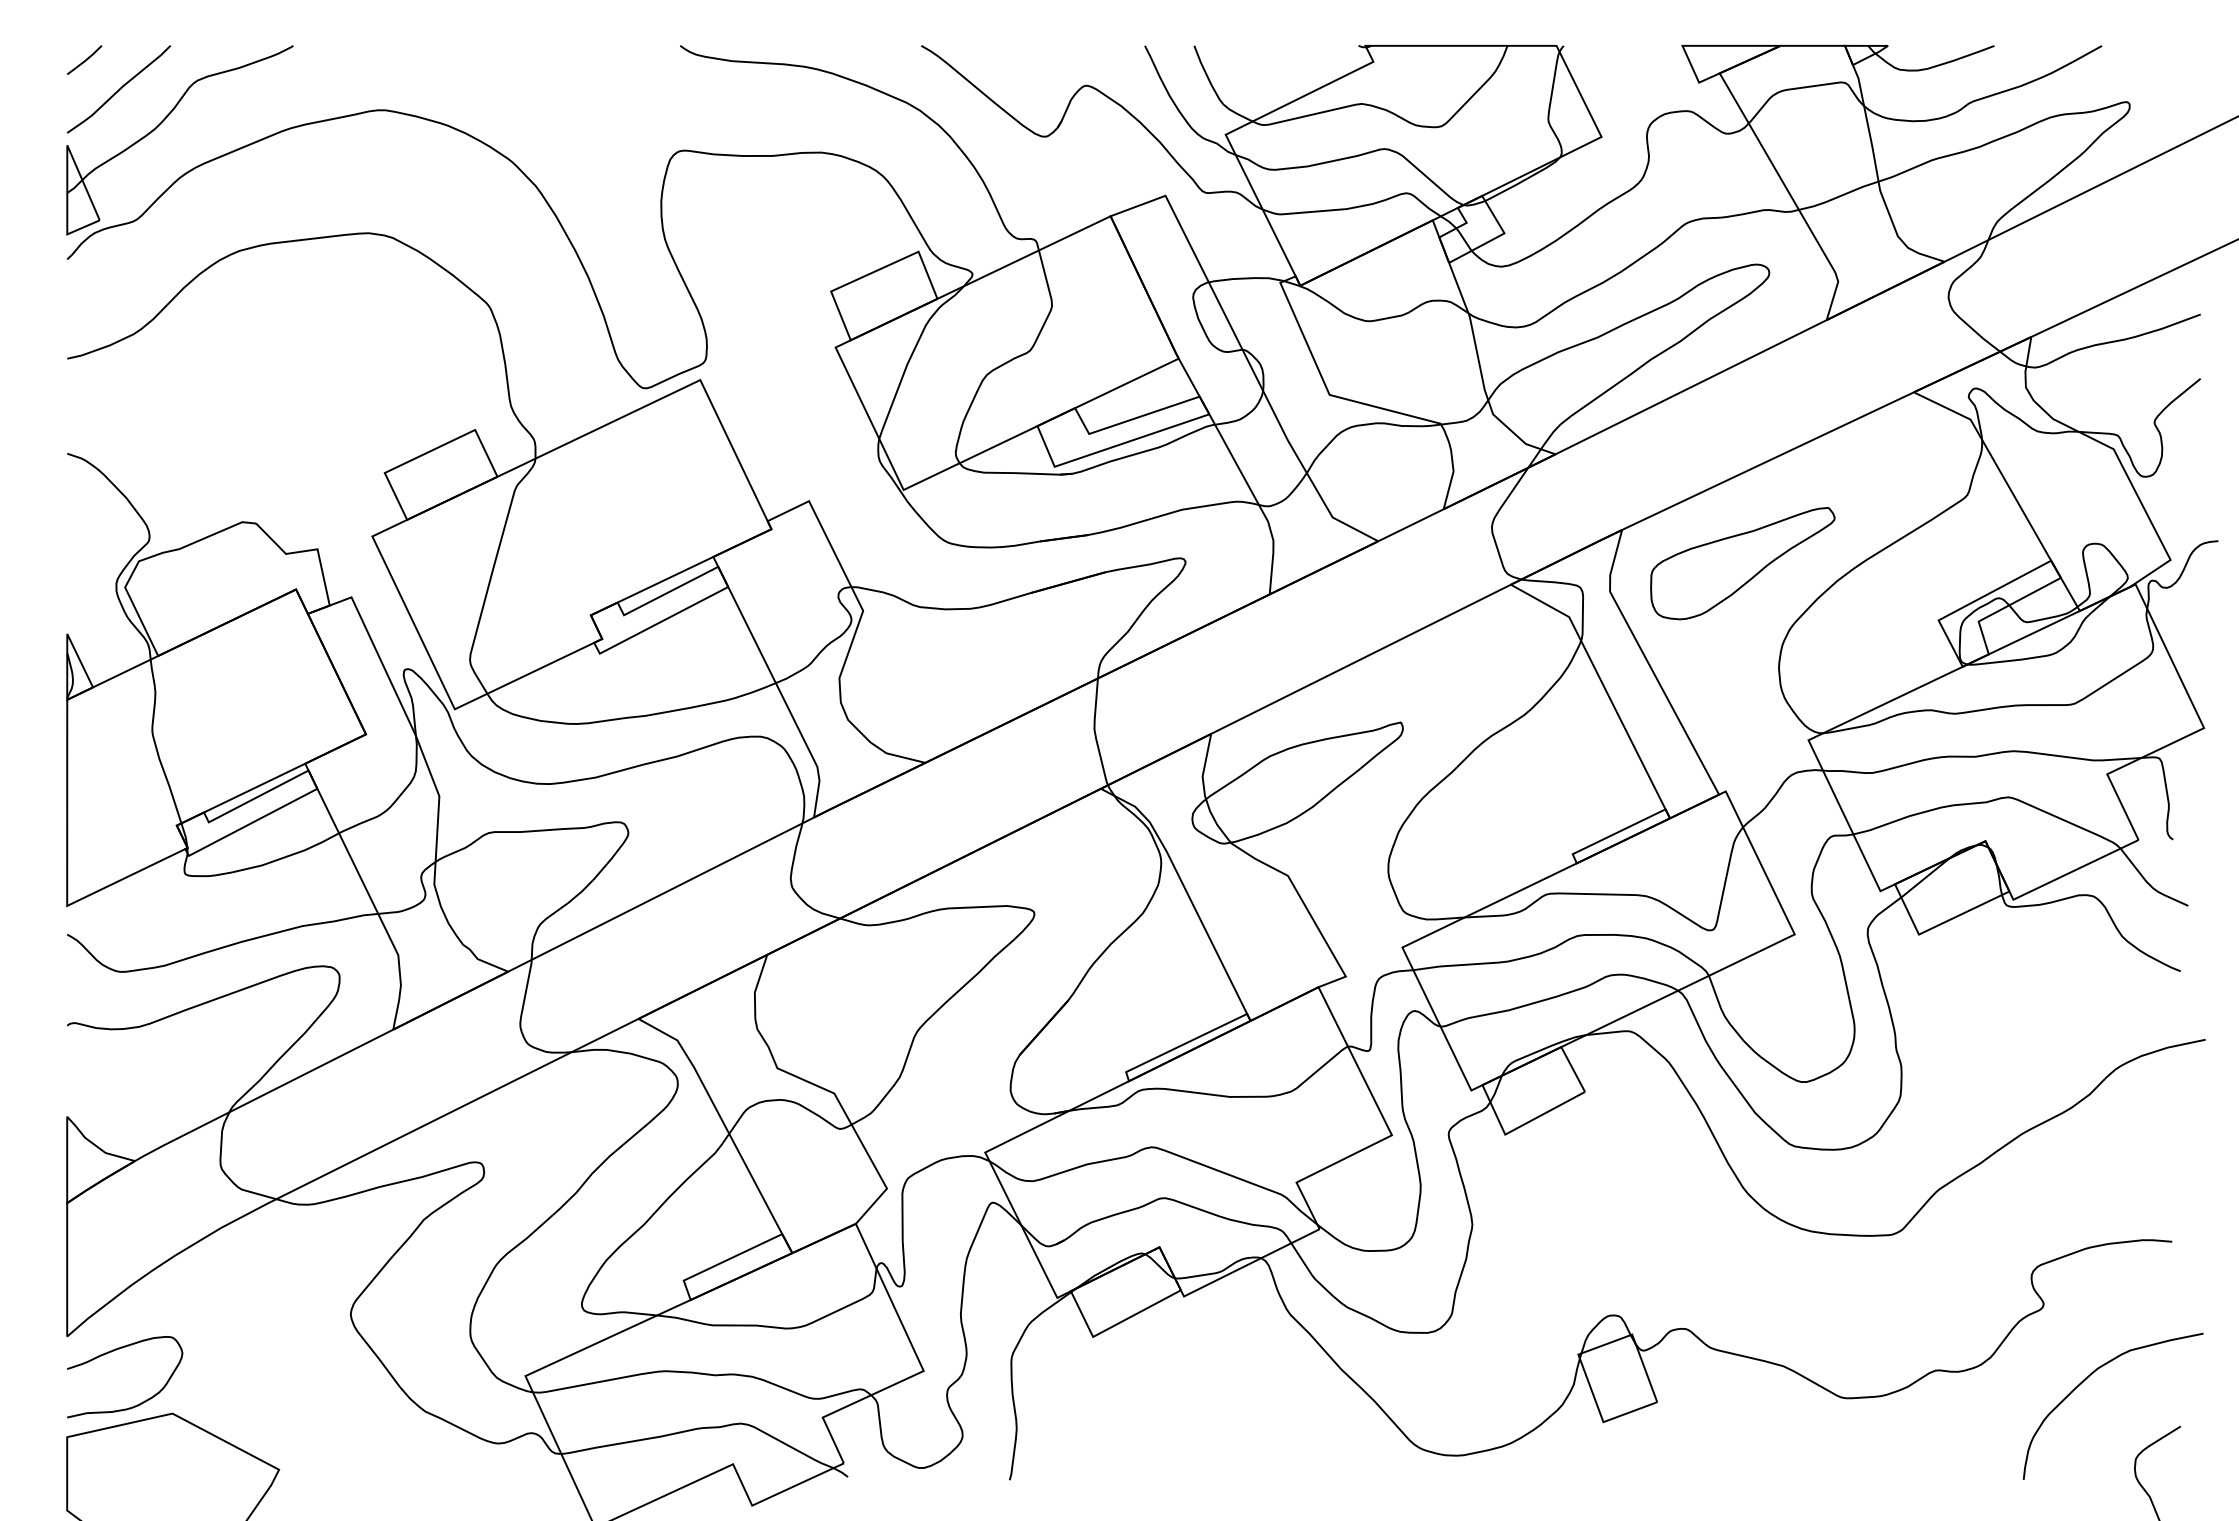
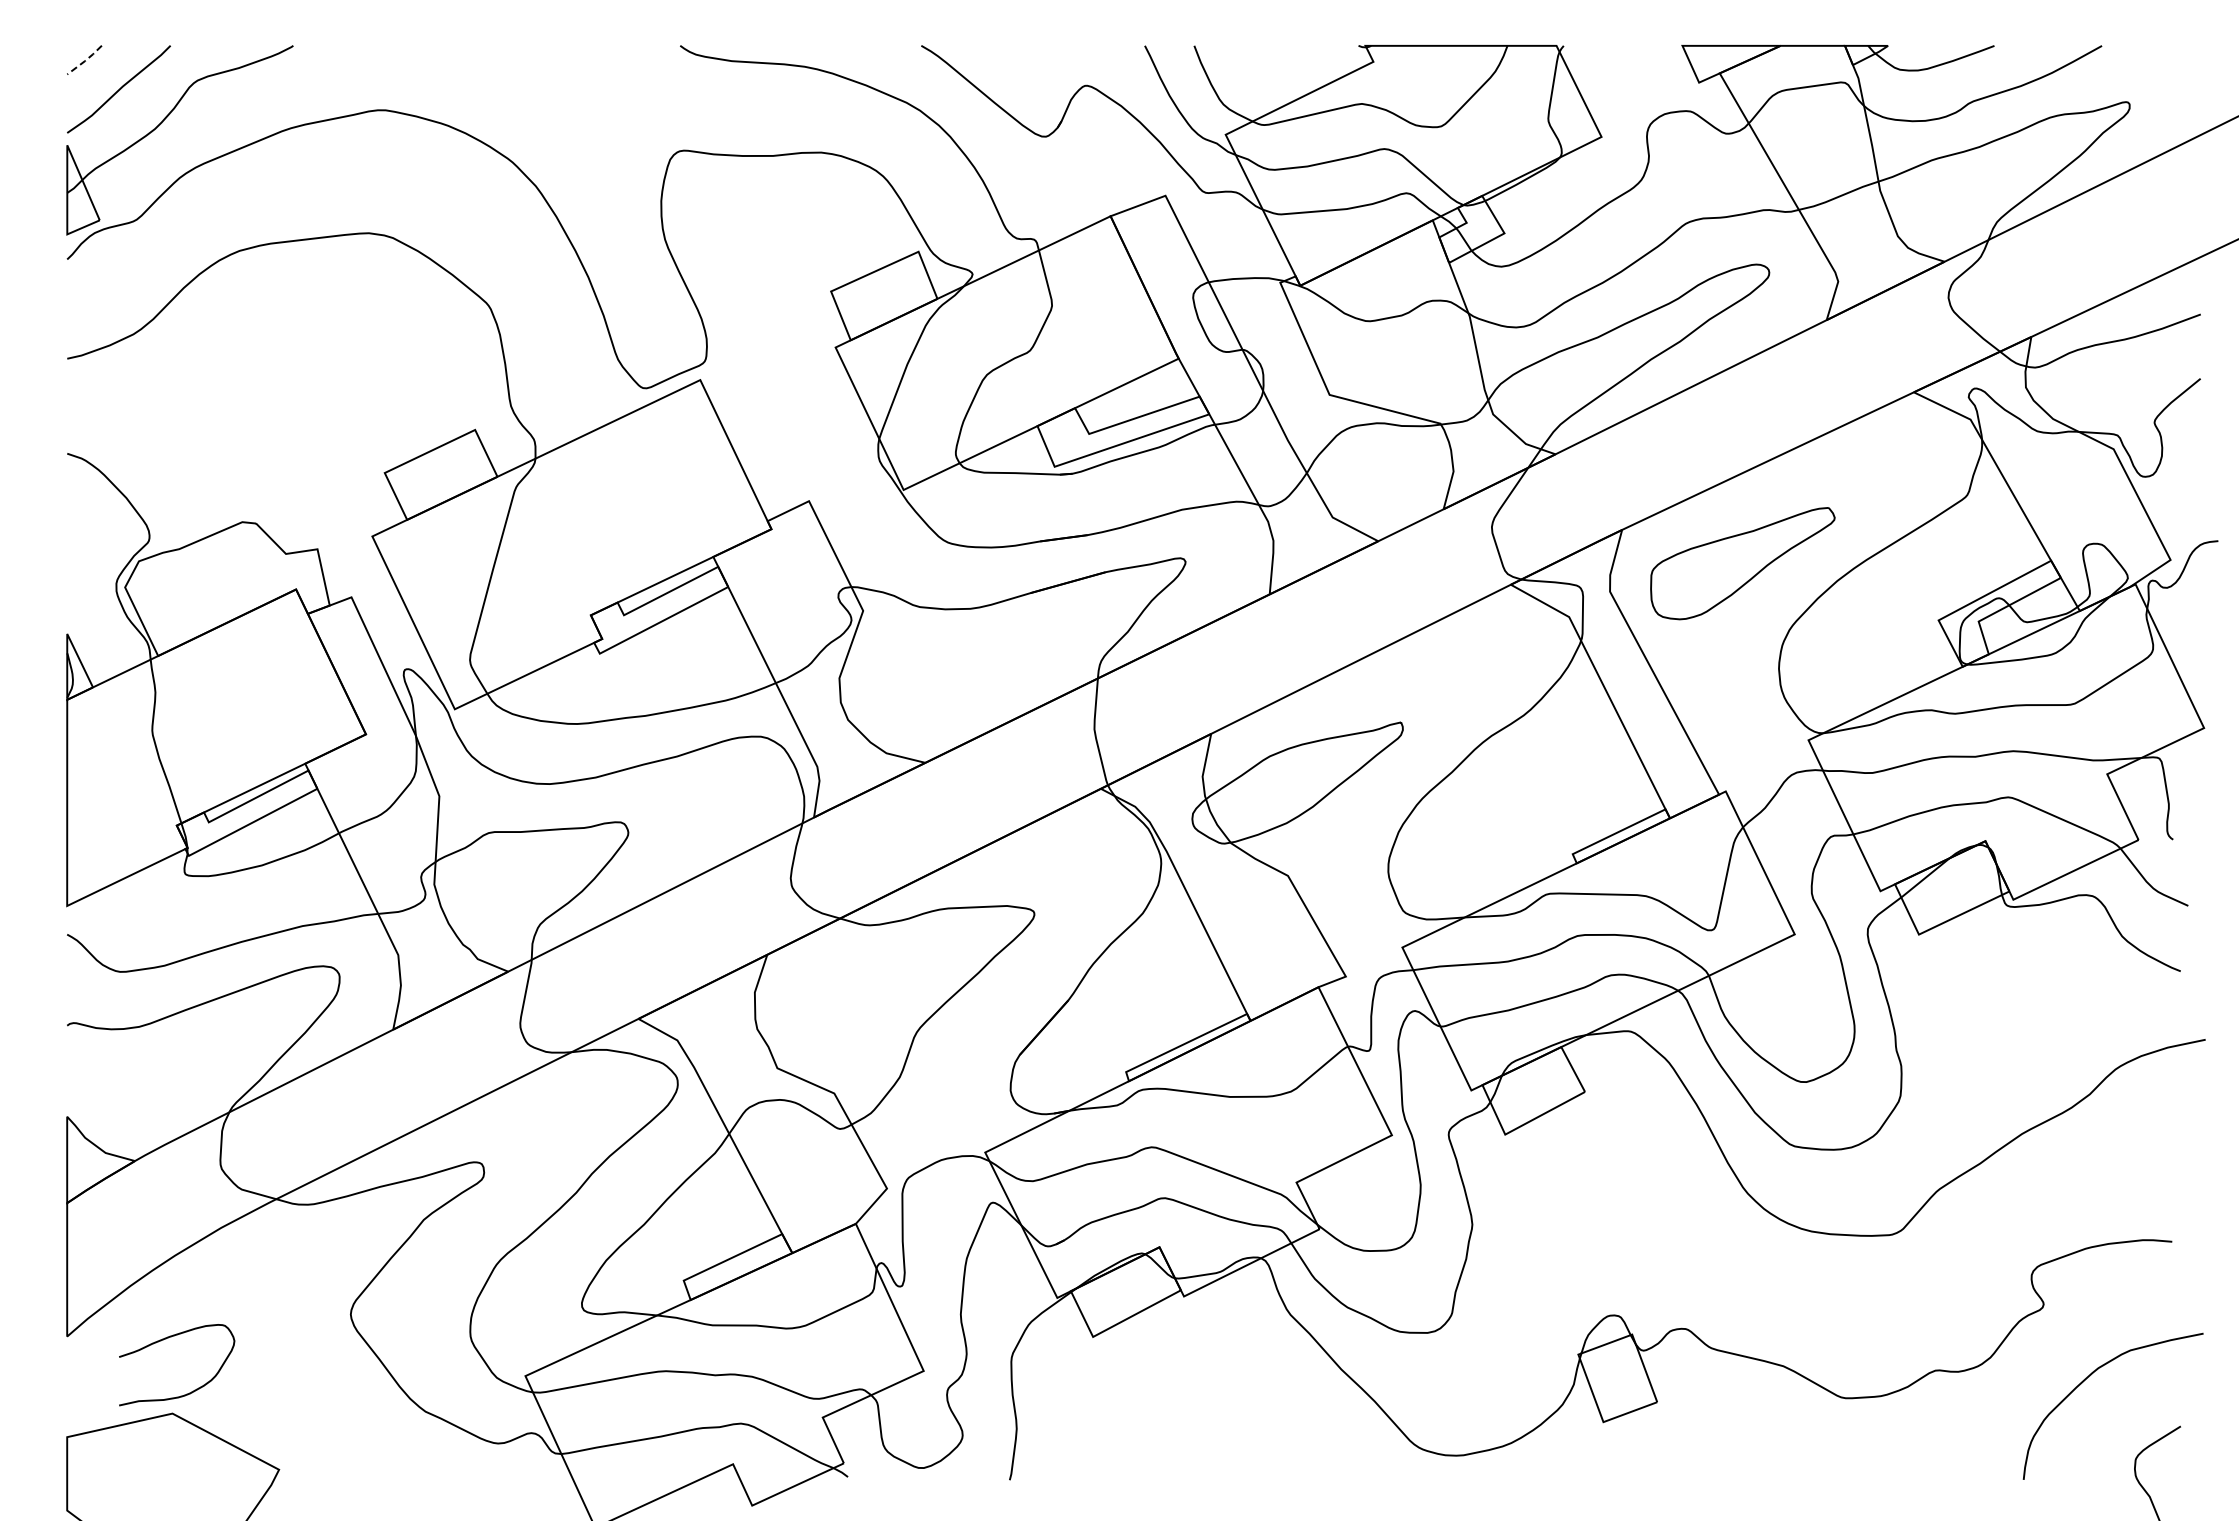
line at (84, 61): solid -> dashed
curve at (114, 1351) position: (114, 1351) -> (166, 1339)
